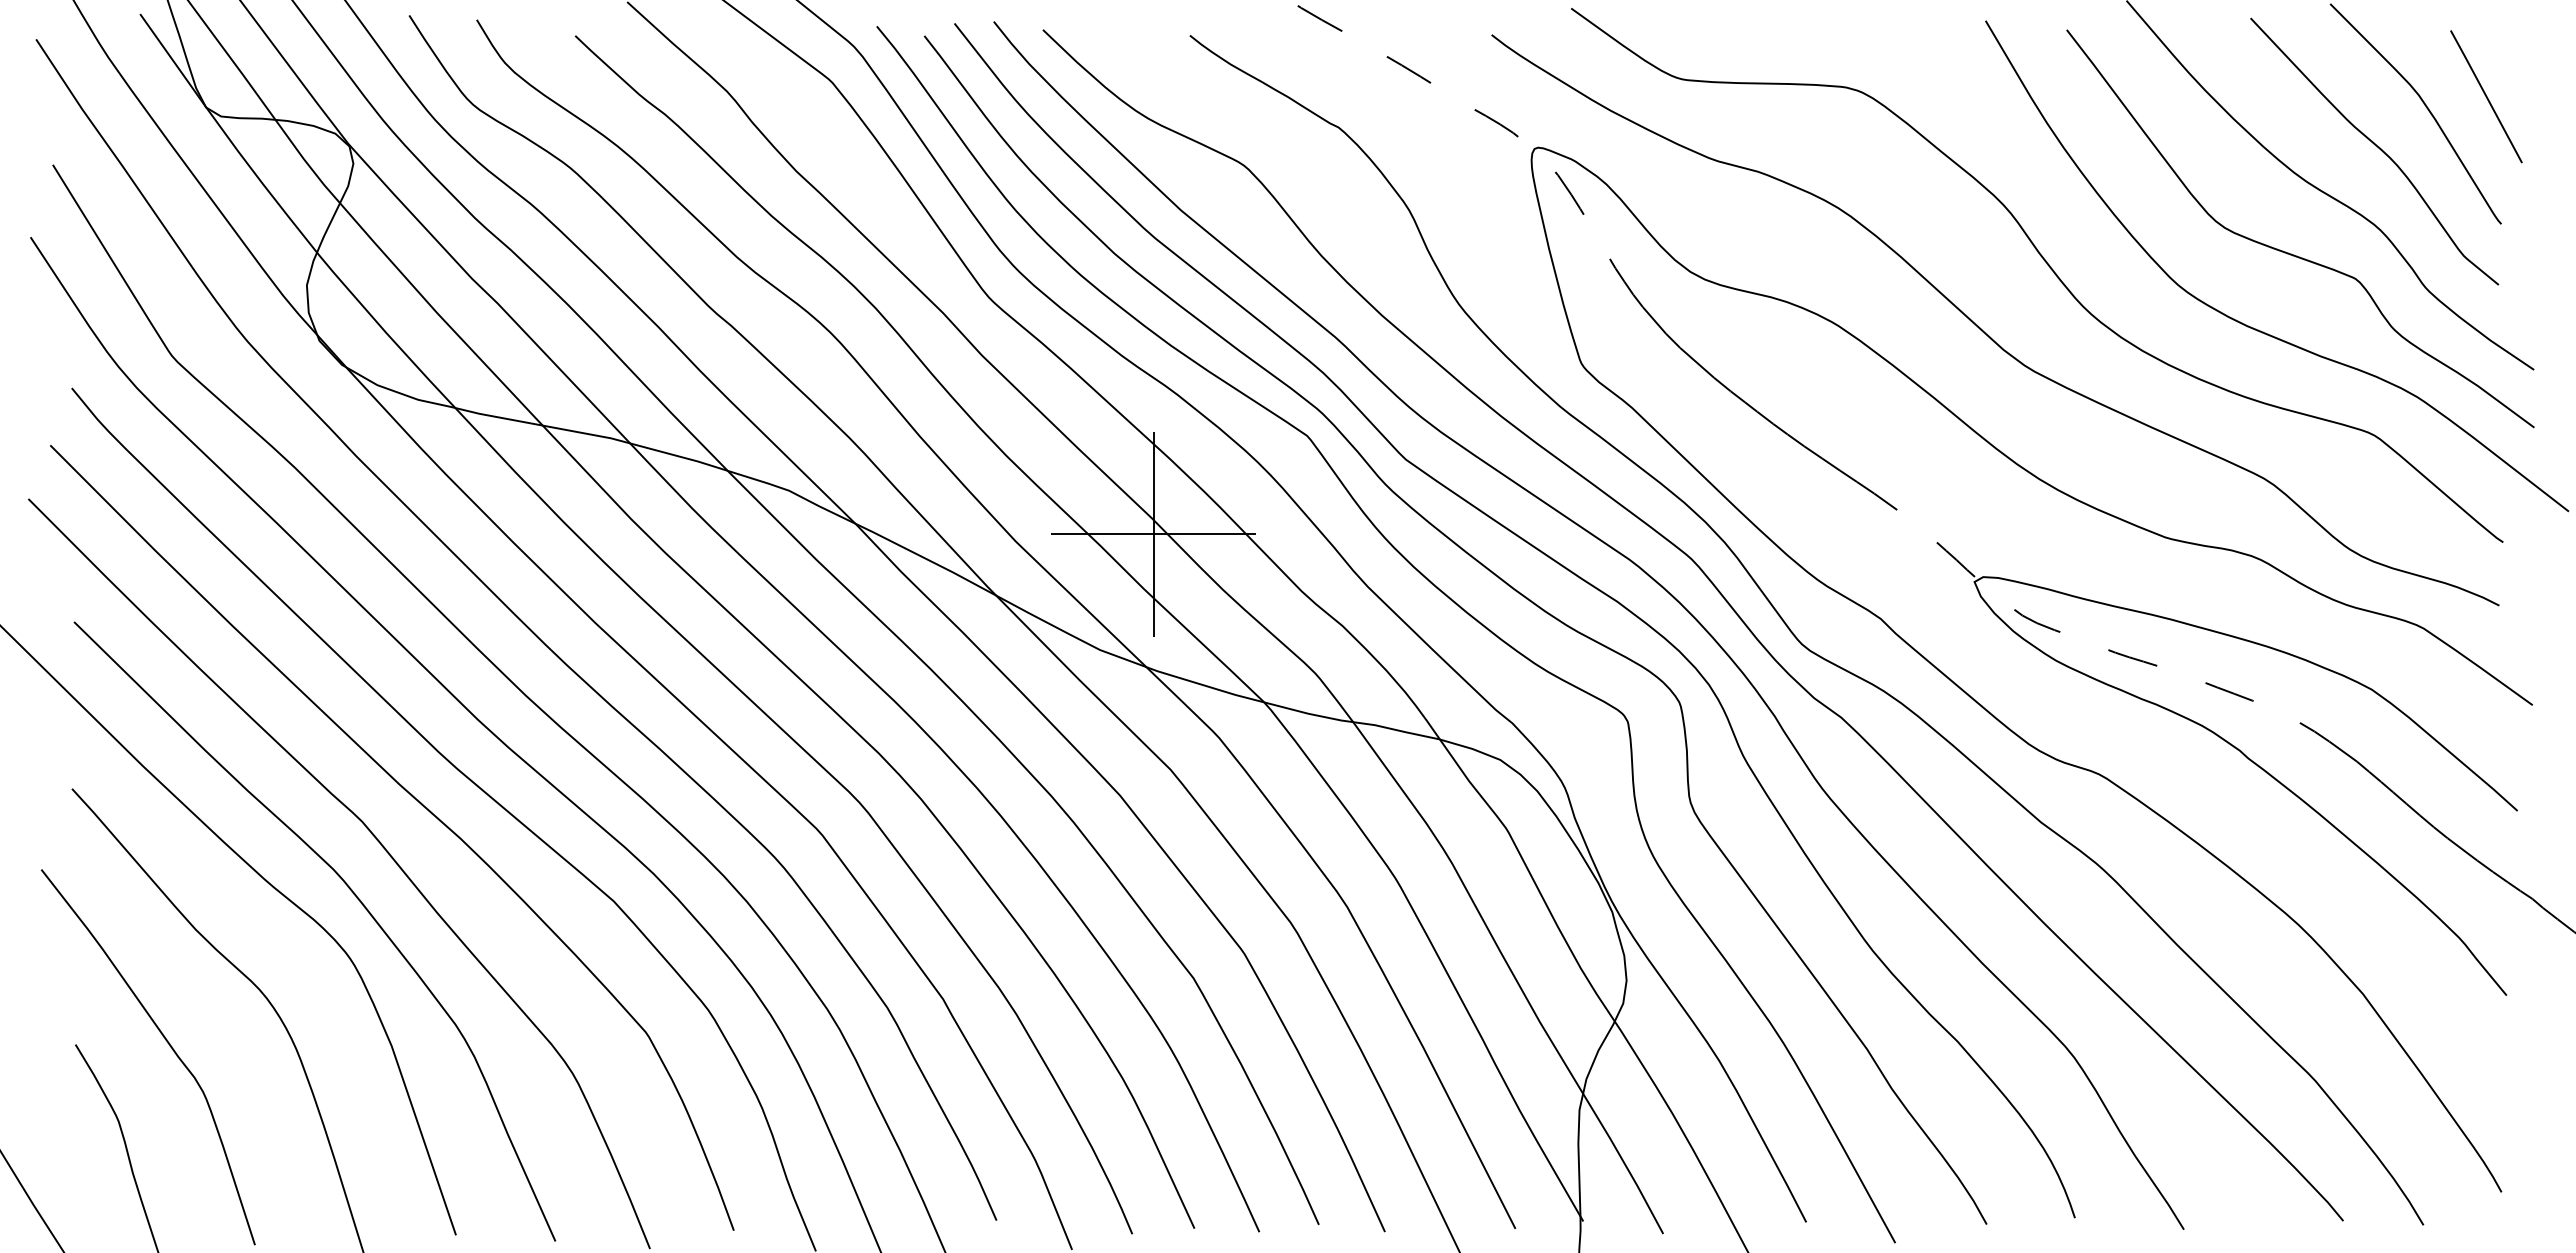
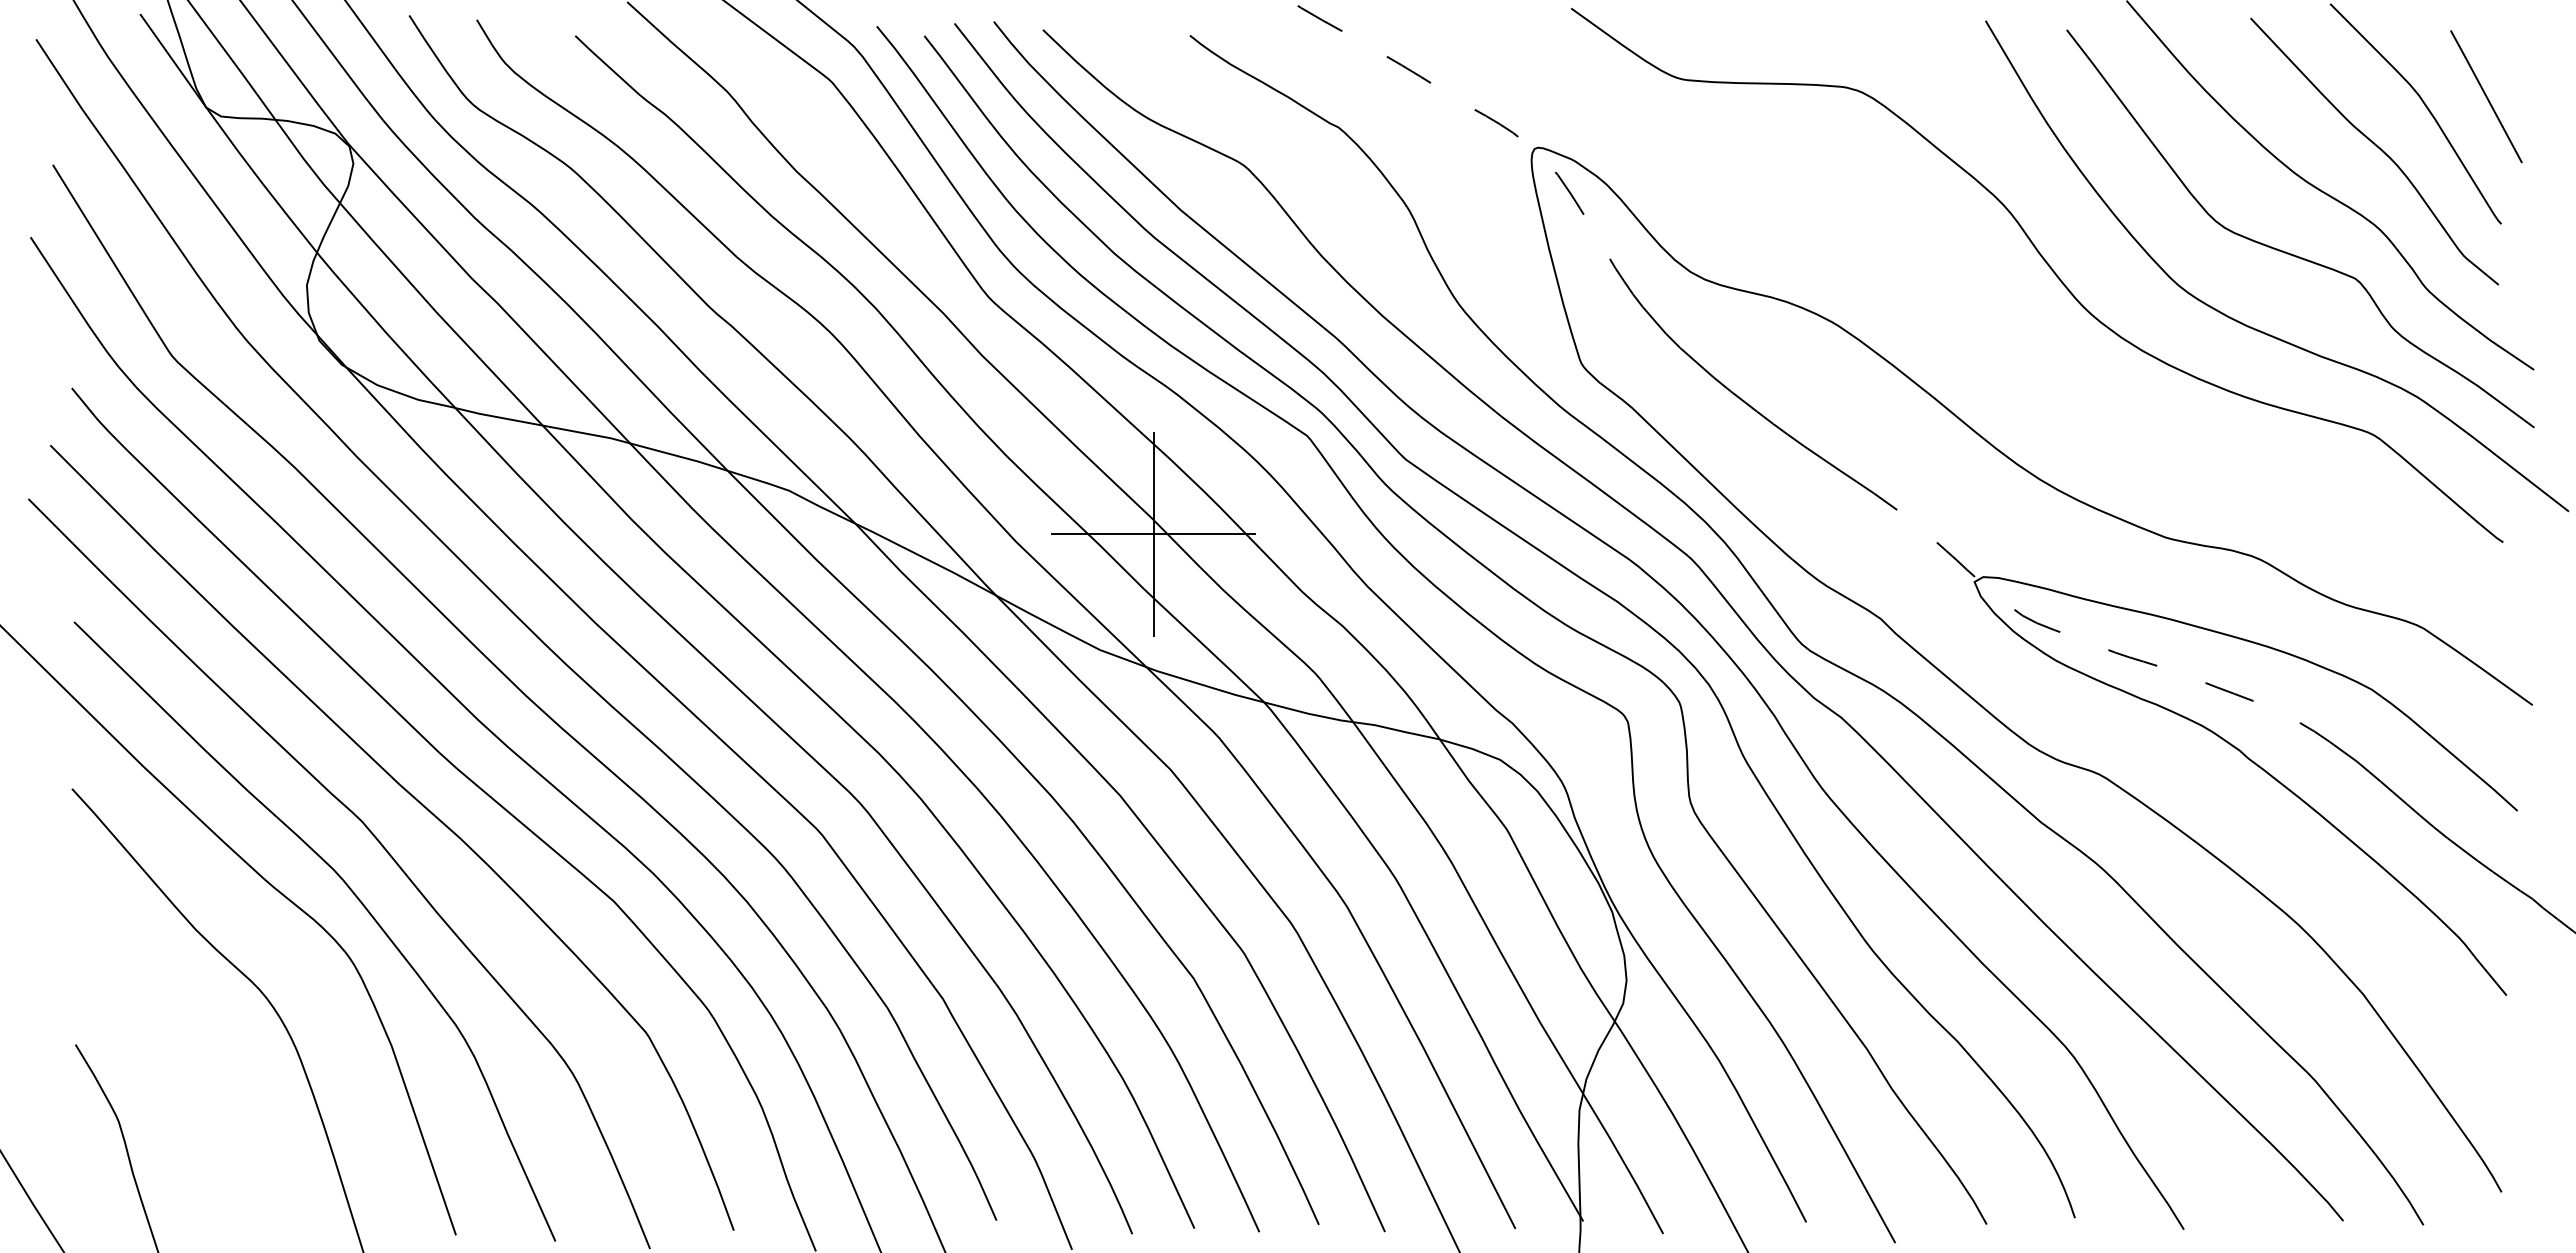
curve at (1984, 331): present -> none
curve at (167, 1043): present -> none
